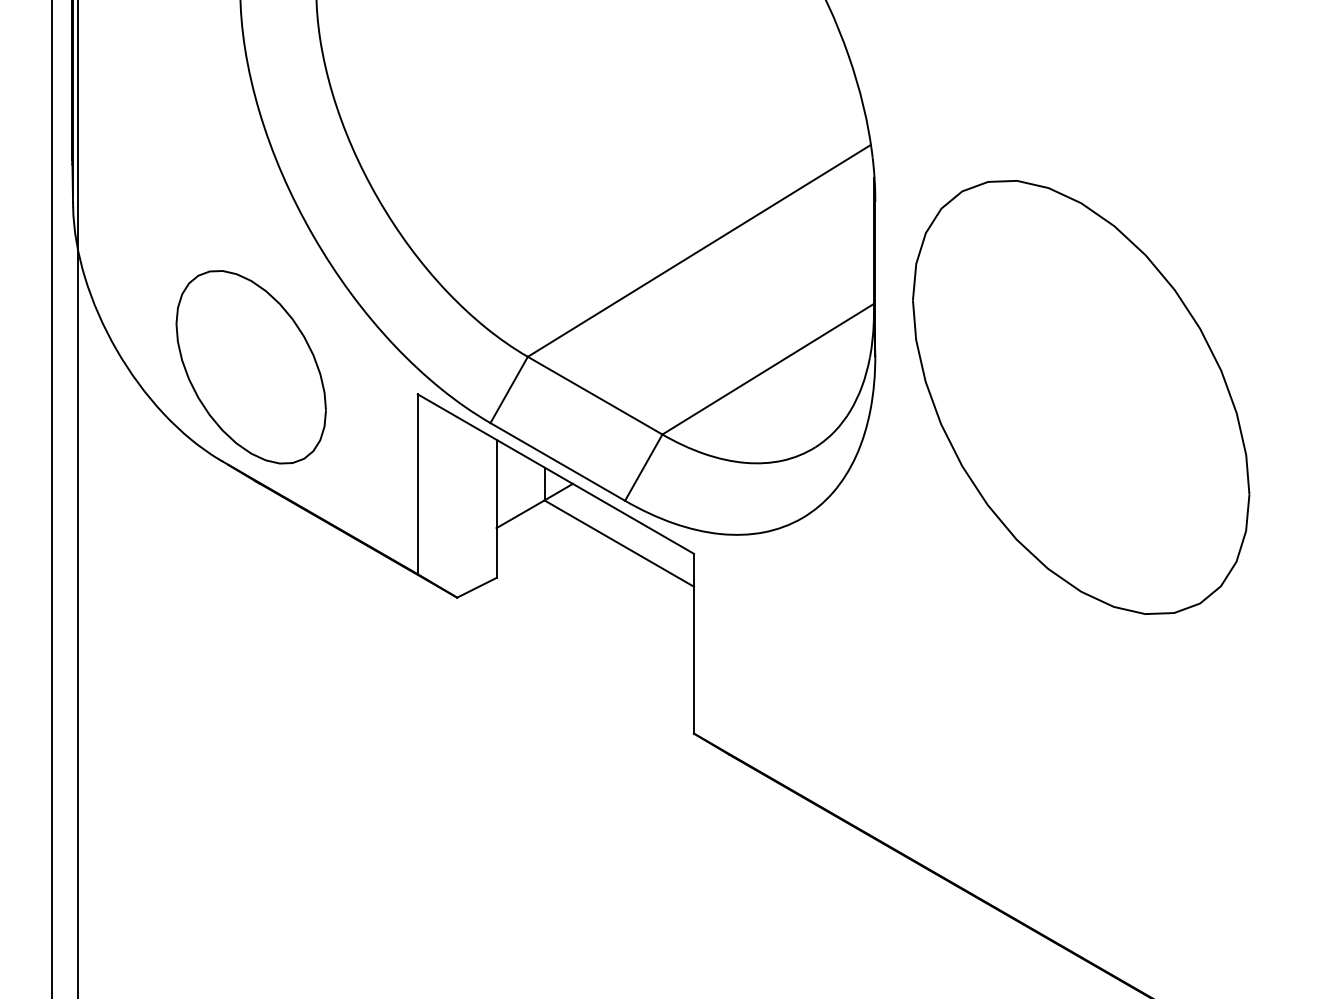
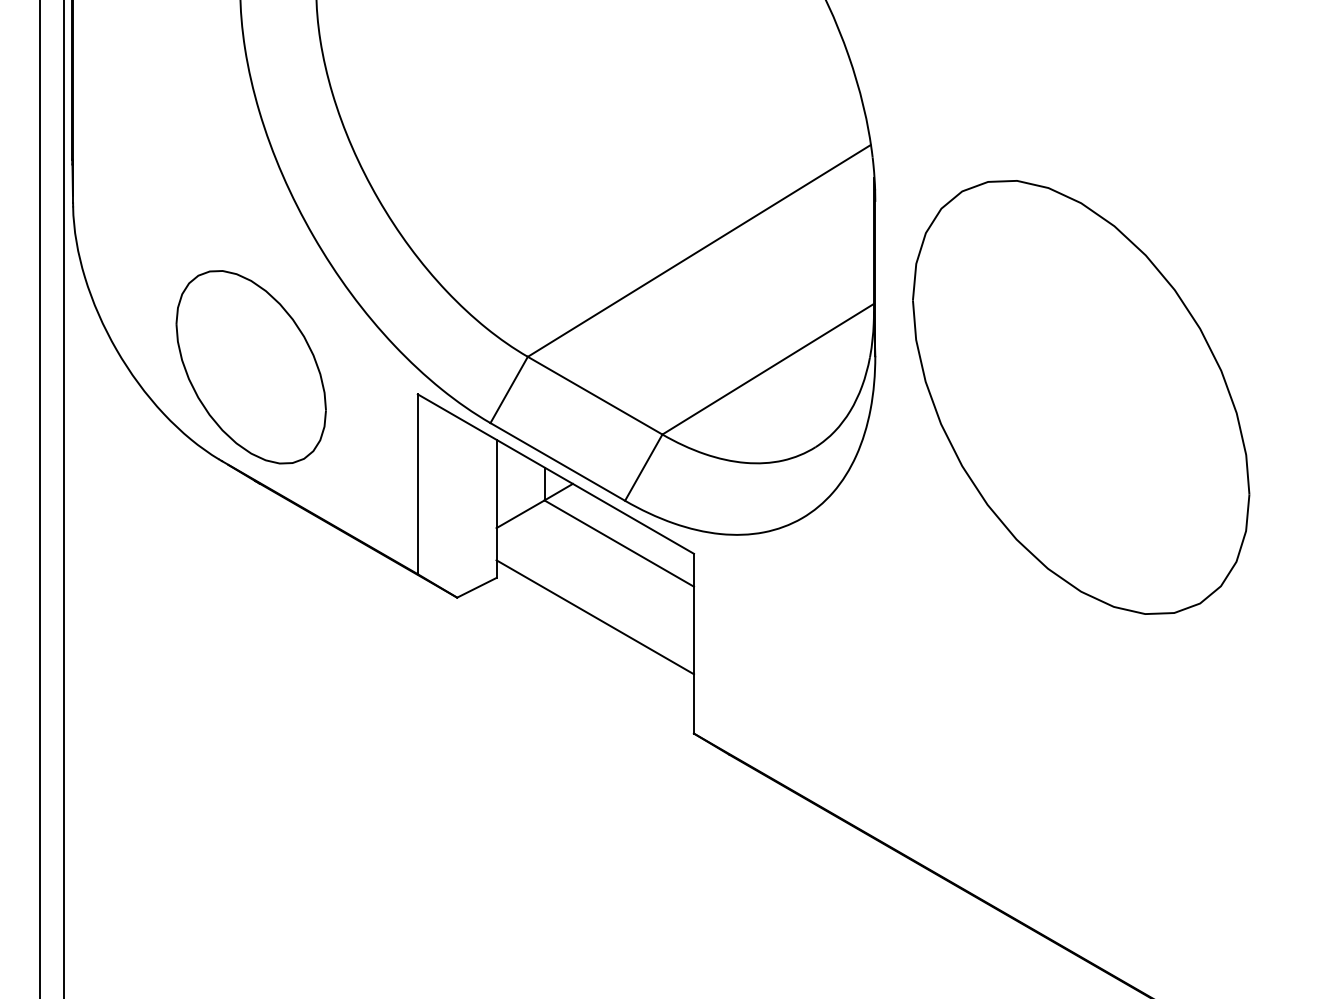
line at (51, 498) position: (51, 498) -> (39, 498)
line at (78, 498) position: (78, 498) -> (64, 498)
line at (595, 617): none -> present
